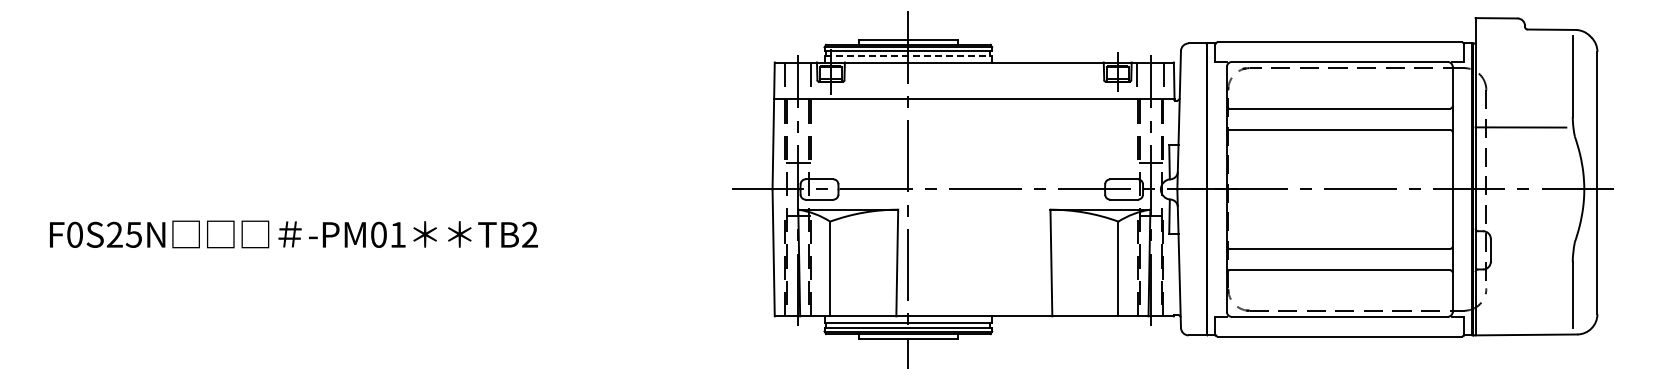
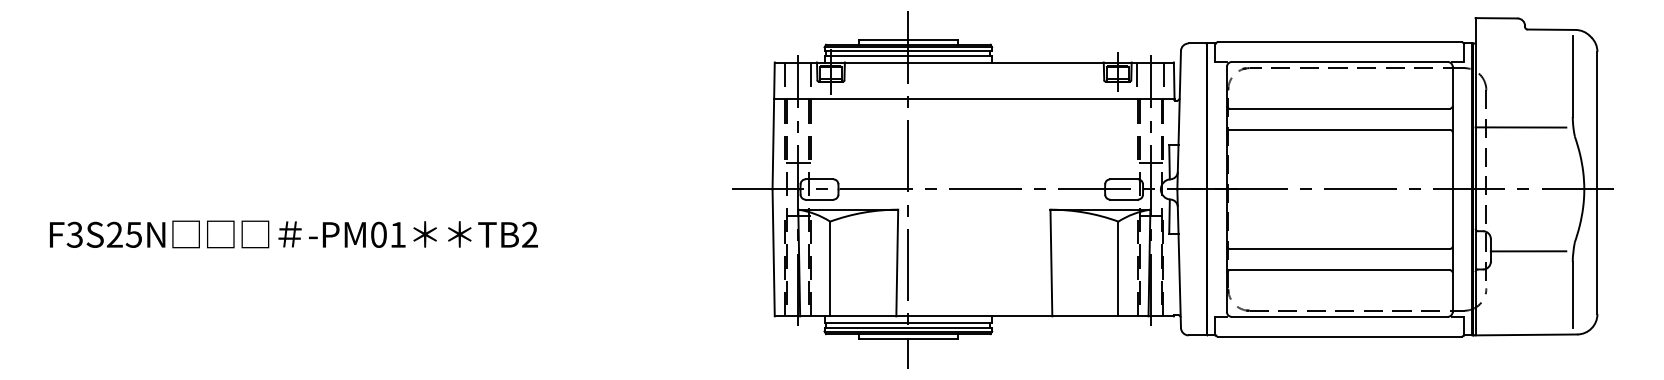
line at (908, 56): dashed -> solid
text at (74, 234): F0S25N -> F3S25N
line at (1528, 251): none -> present
